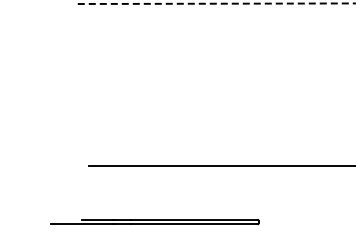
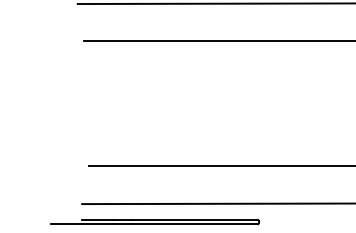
line at (216, 3): dashed -> solid
line at (217, 40): none -> present
line at (217, 203): none -> present
